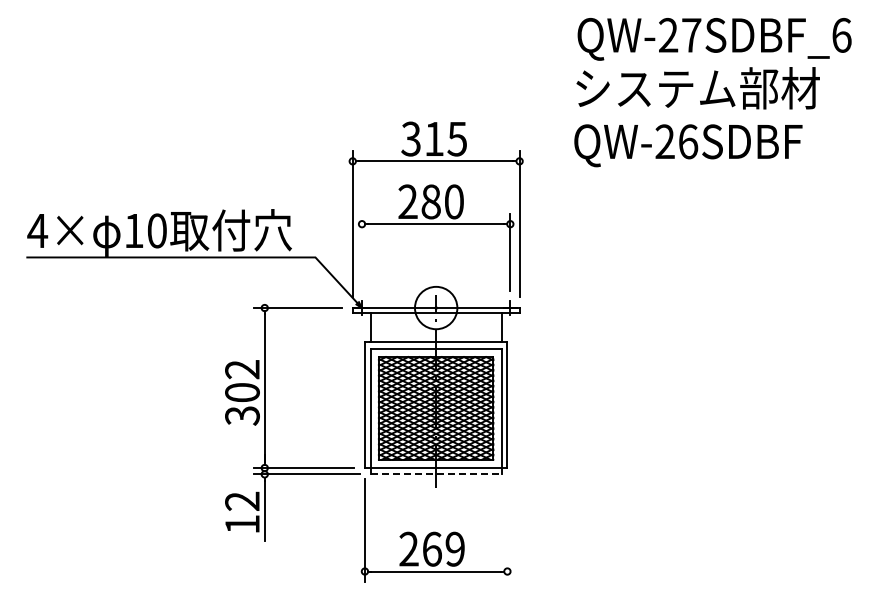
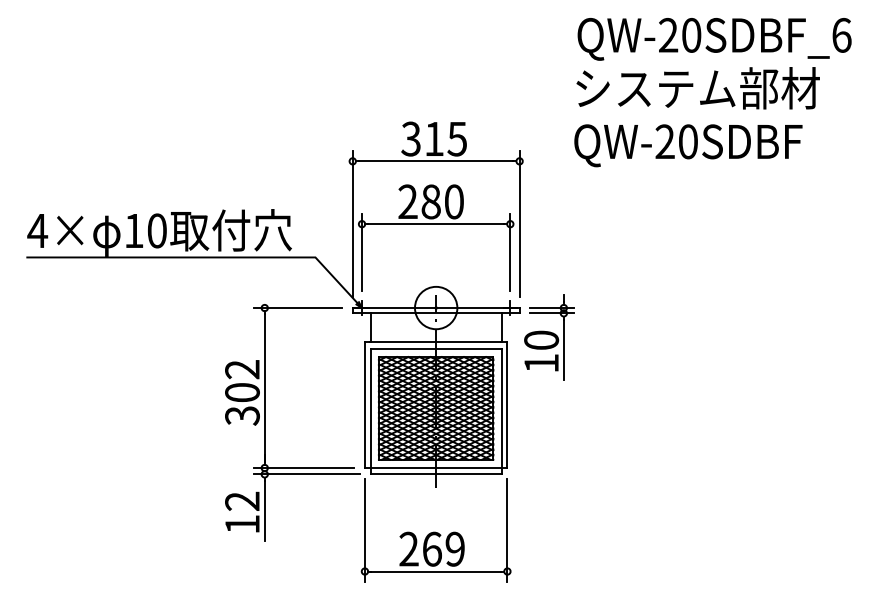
text at (691, 34): QW-27SDBF_6 -> QW-20SDBF_6
text at (688, 141): QW-26SDBF -> QW-20SDBF
line at (362, 251): none -> present
part at (549, 337): none -> present
line at (436, 474): dashed -> solid
line at (507, 530): none -> present
